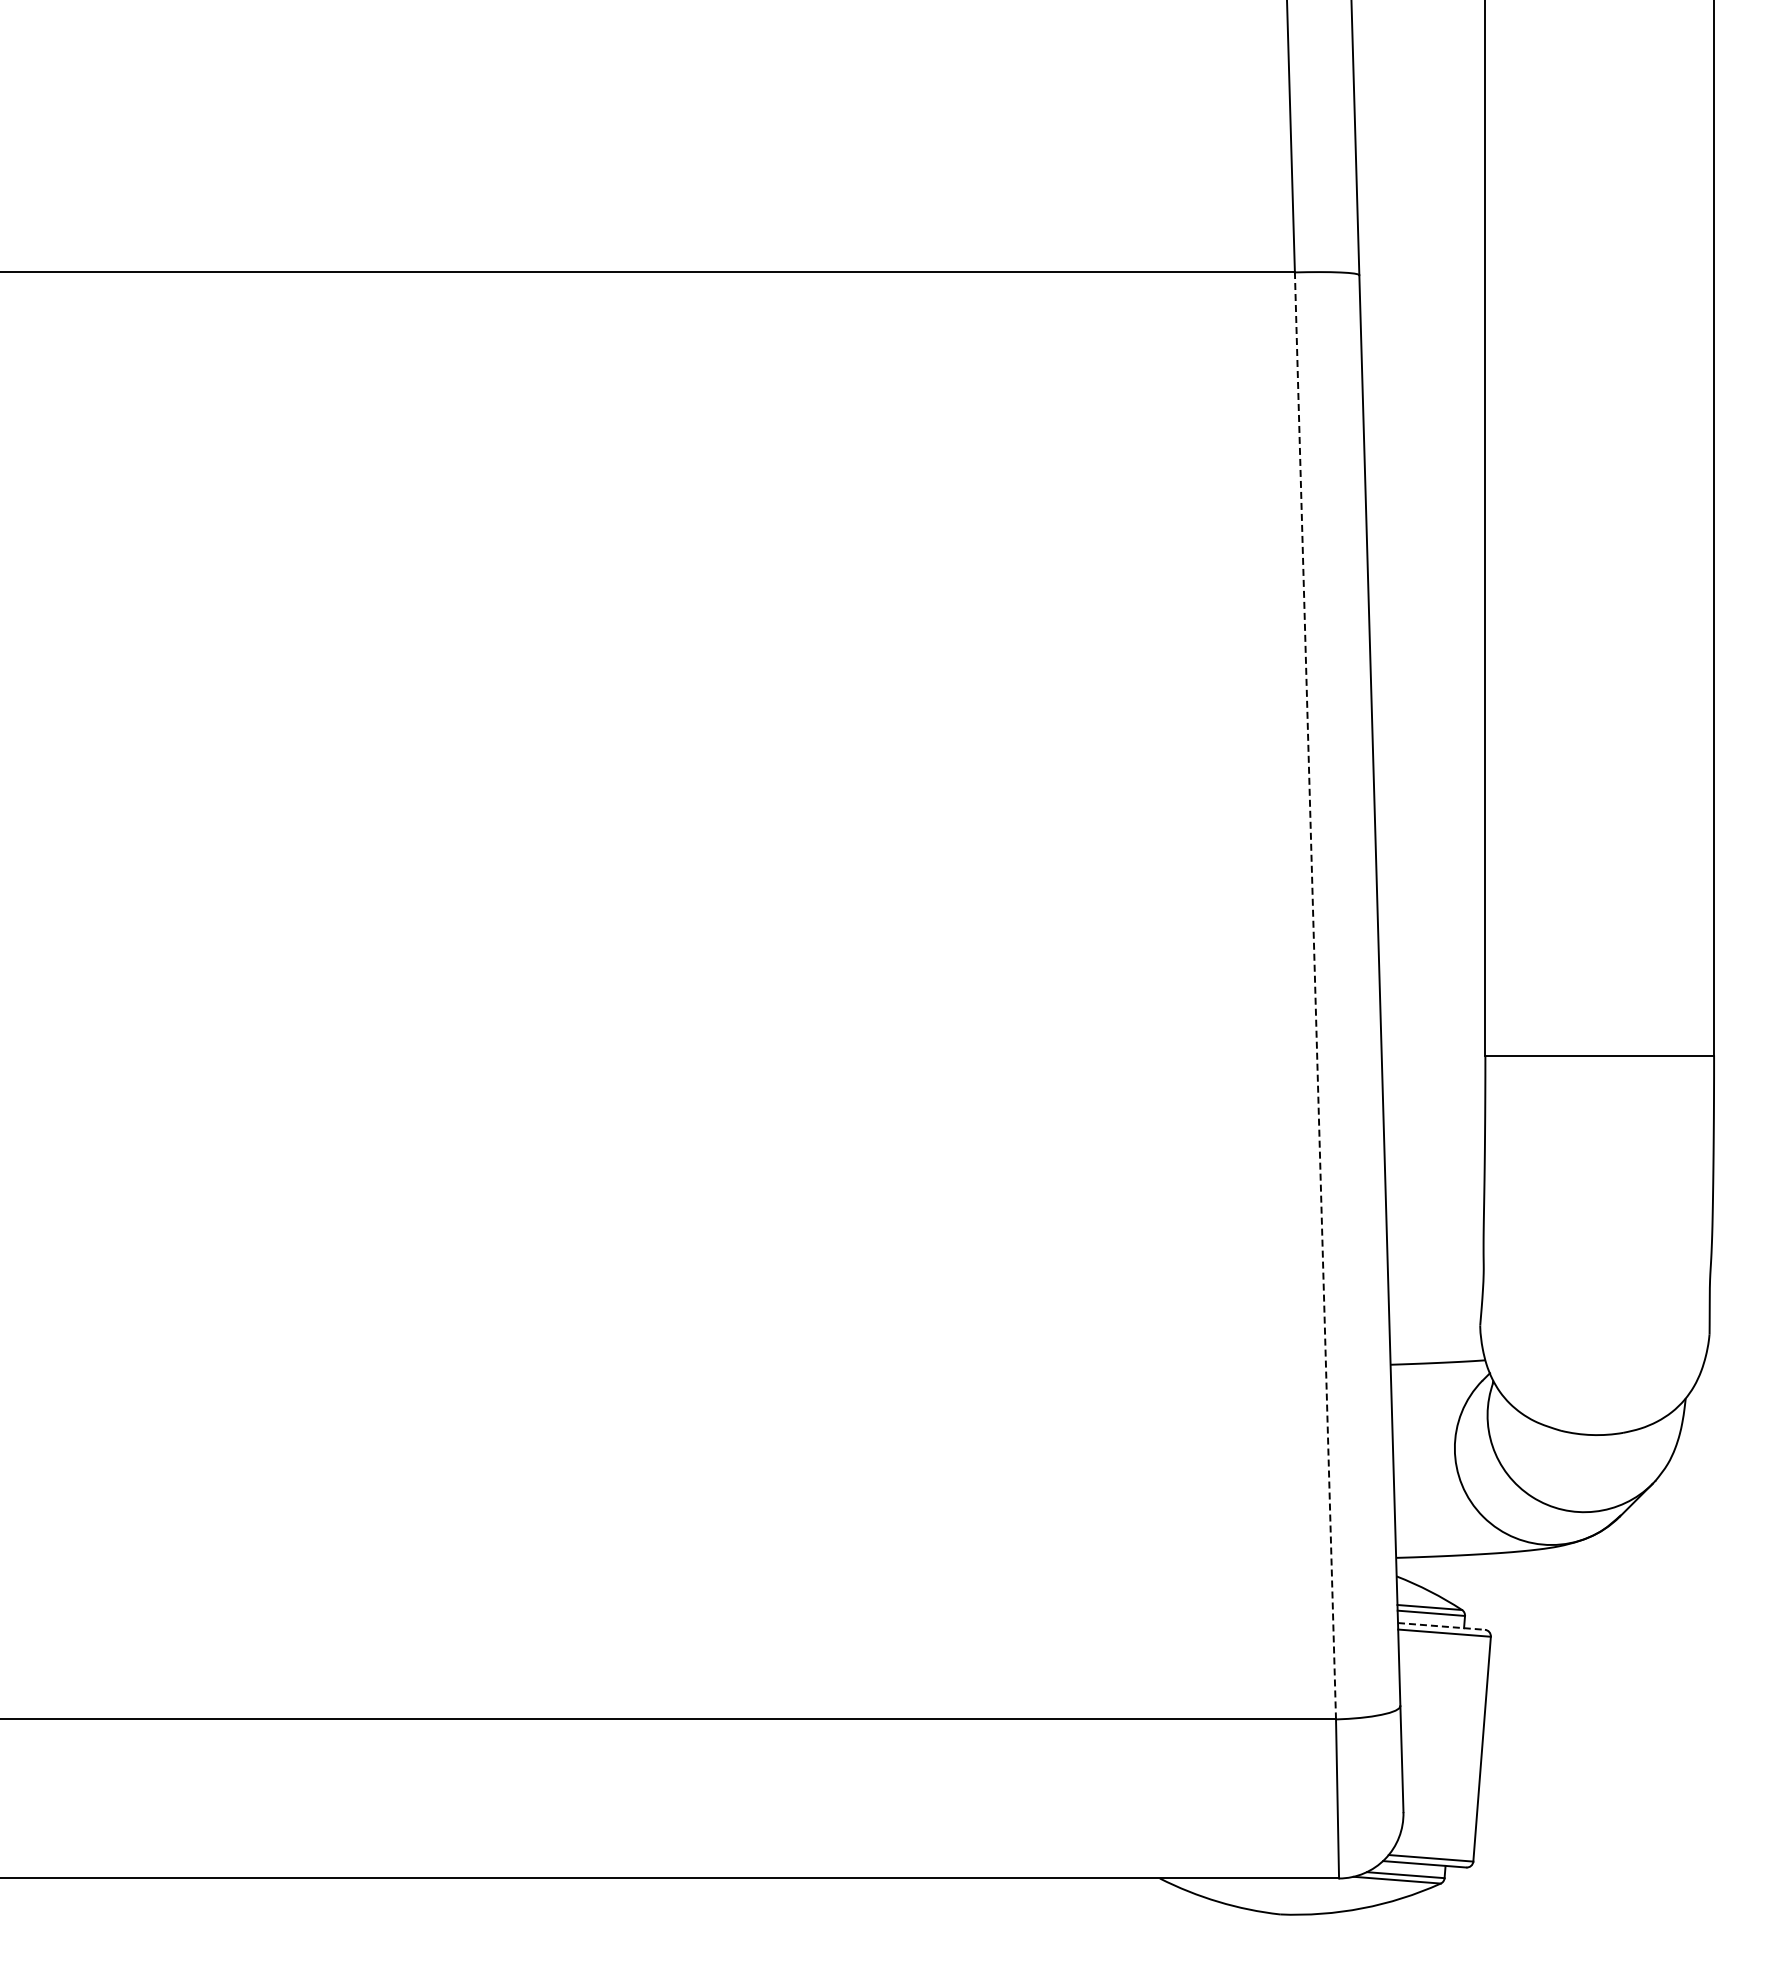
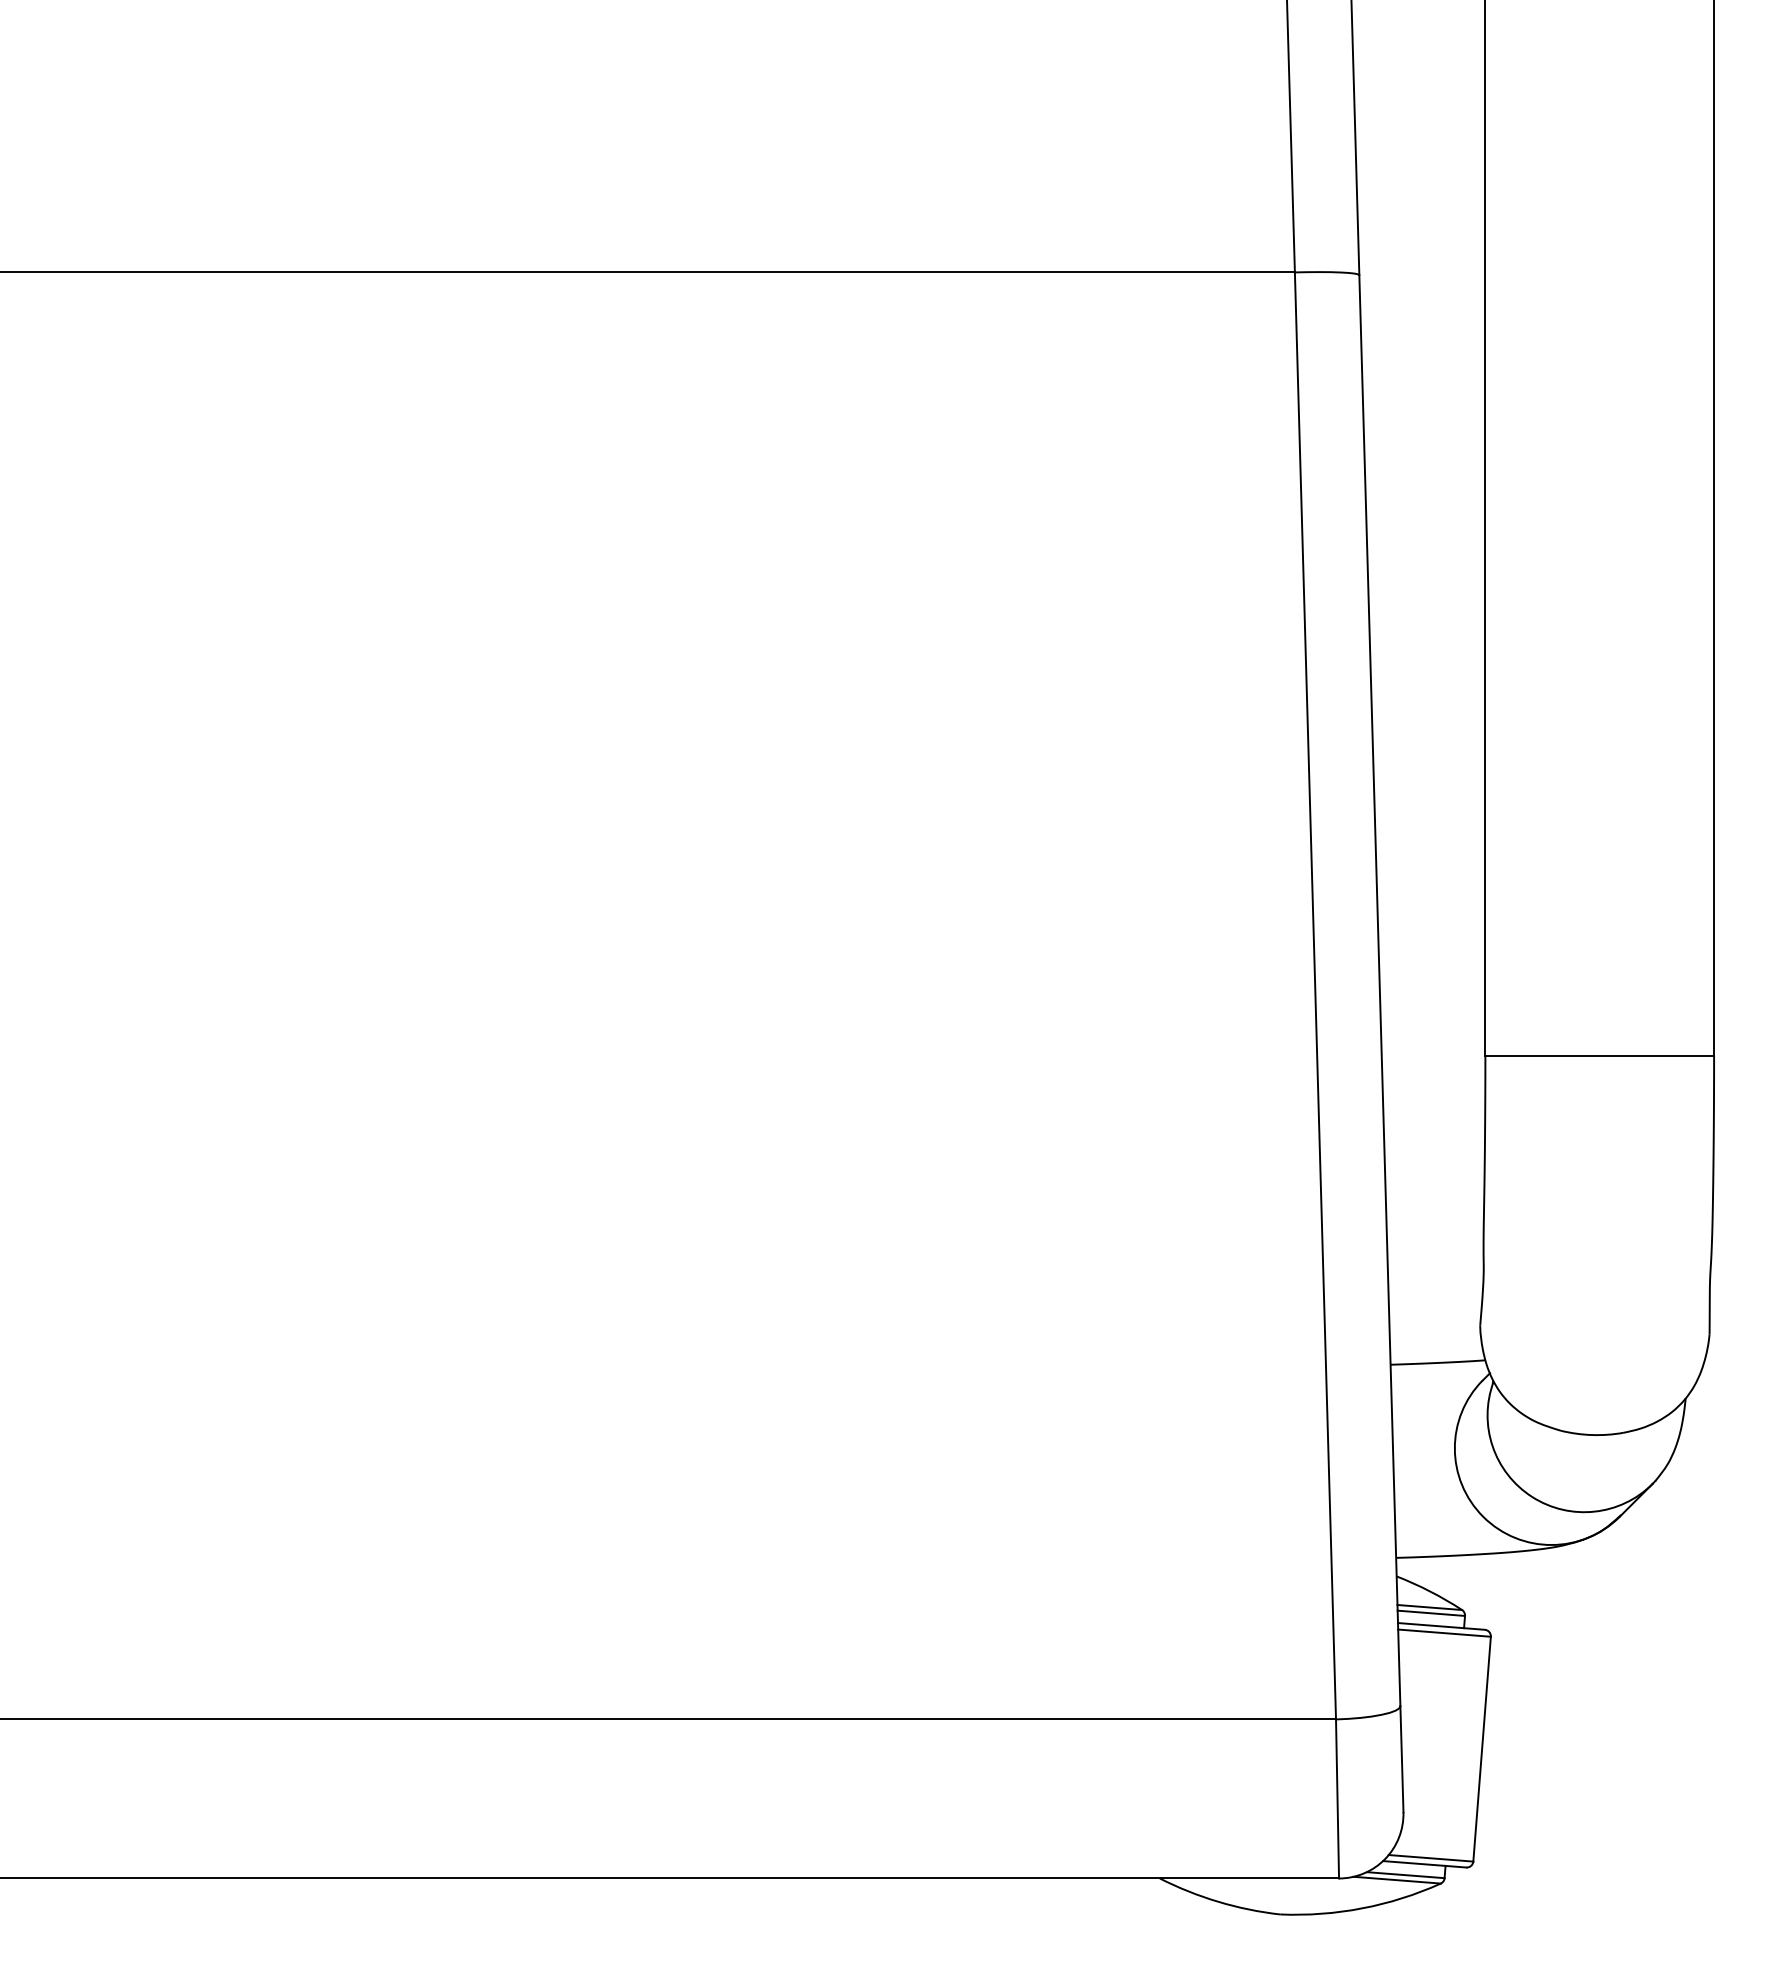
line at (1315, 995): dashed -> solid
line at (1441, 1626): dashed -> solid
